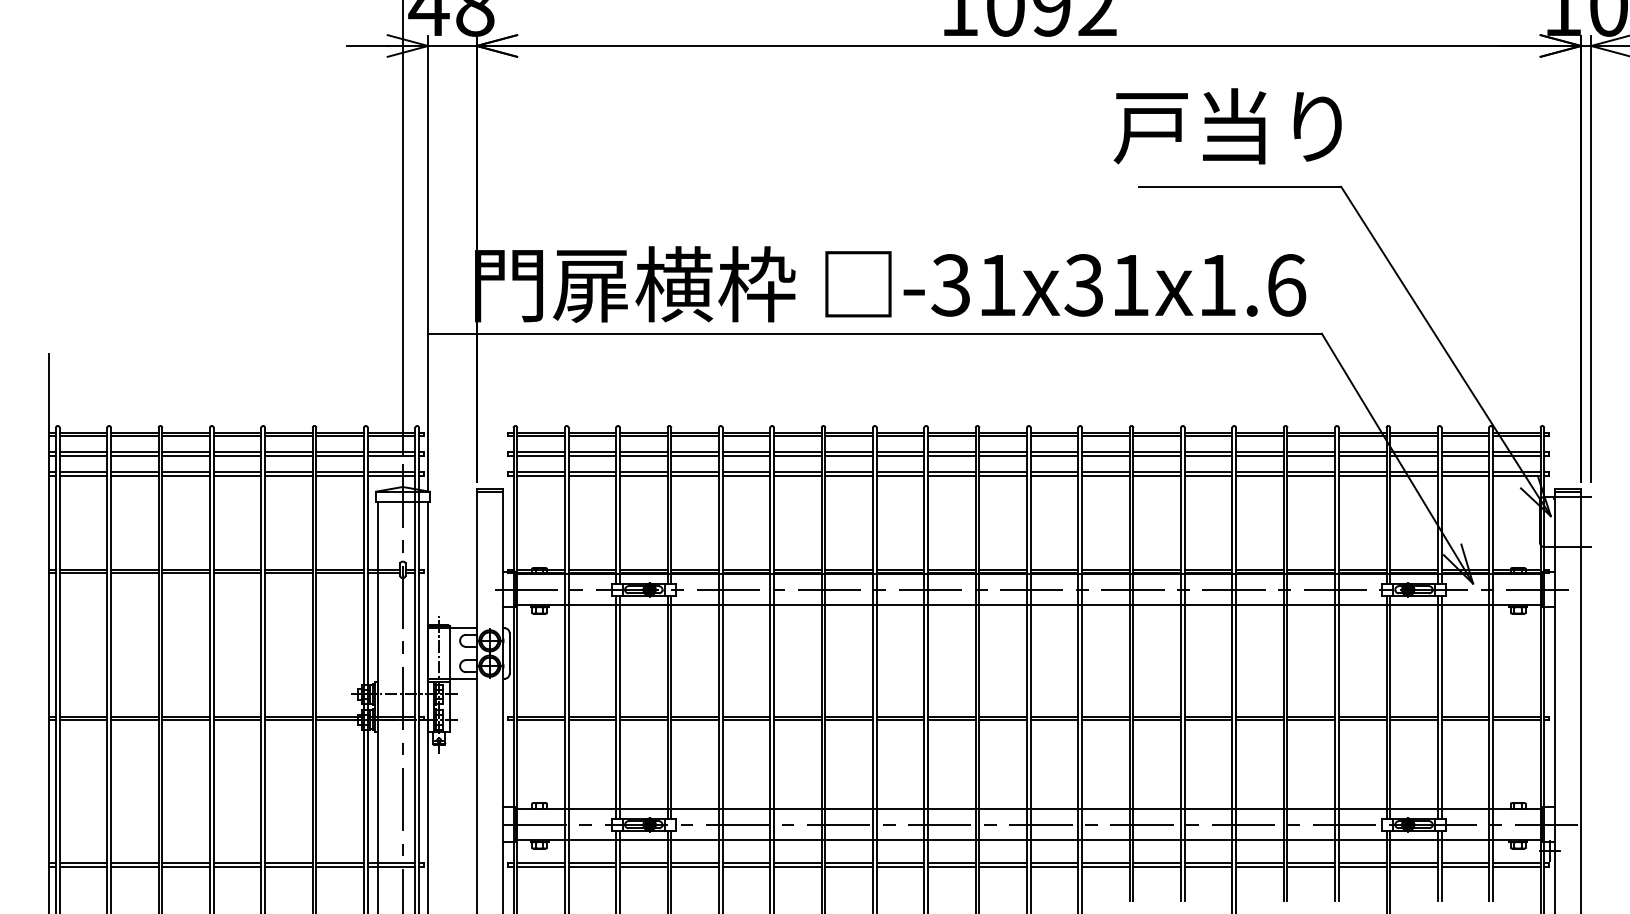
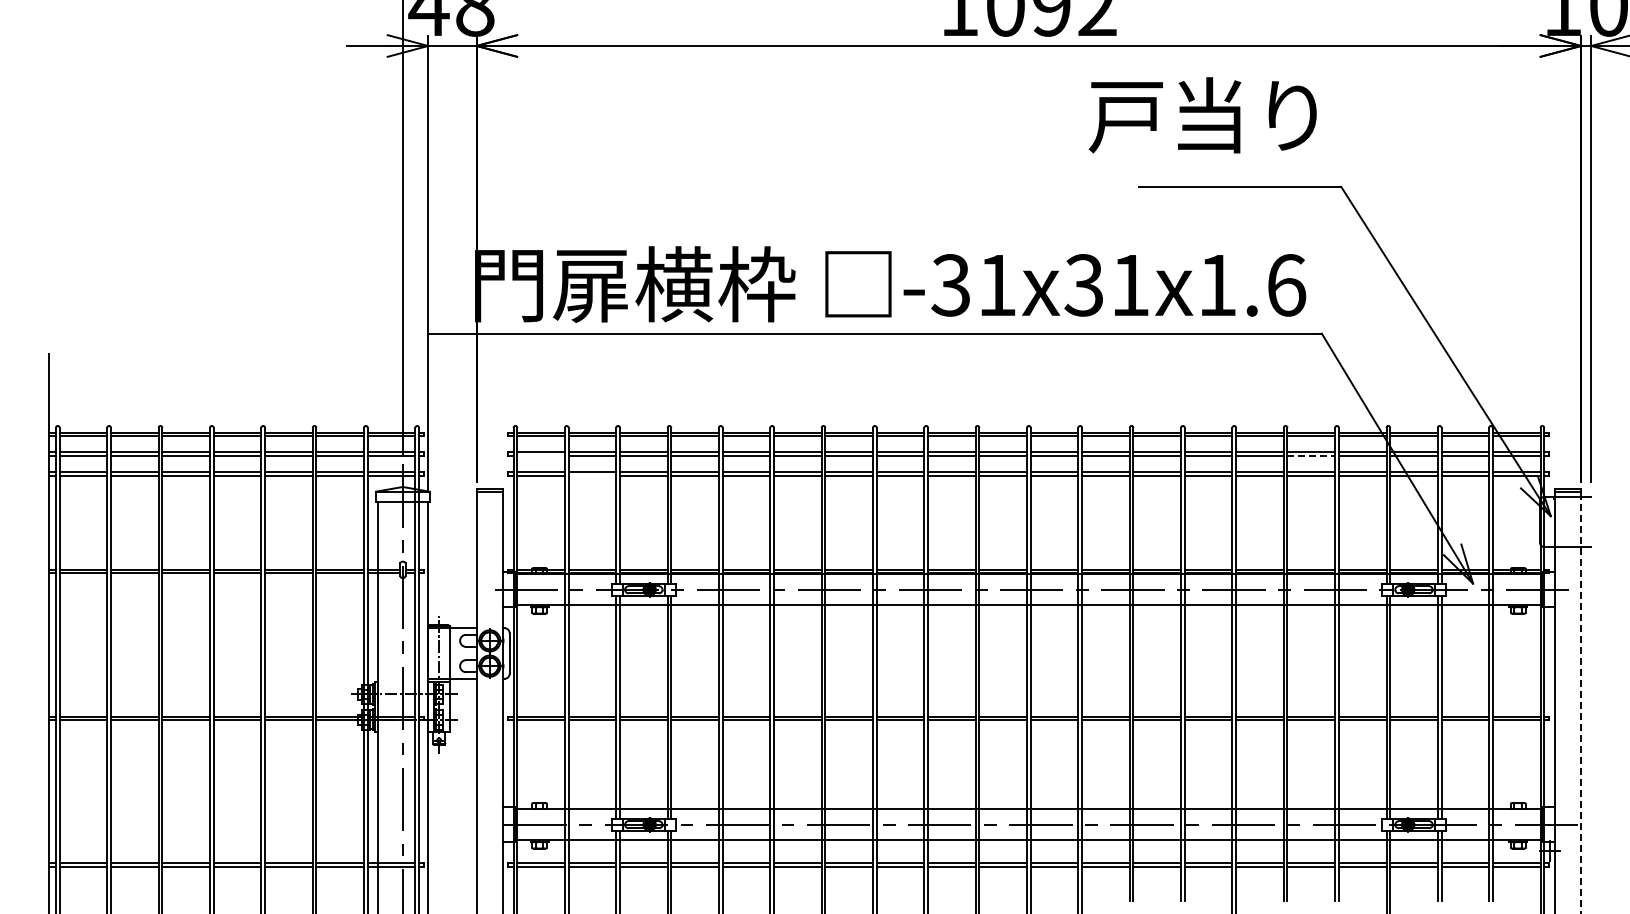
text at (1227, 126) position: (1227, 126) -> (1202, 115)
line at (540, 456): present -> none
line at (1311, 456): solid -> dashed
line at (592, 475): present -> none
line at (1581, 702): solid -> dashed
